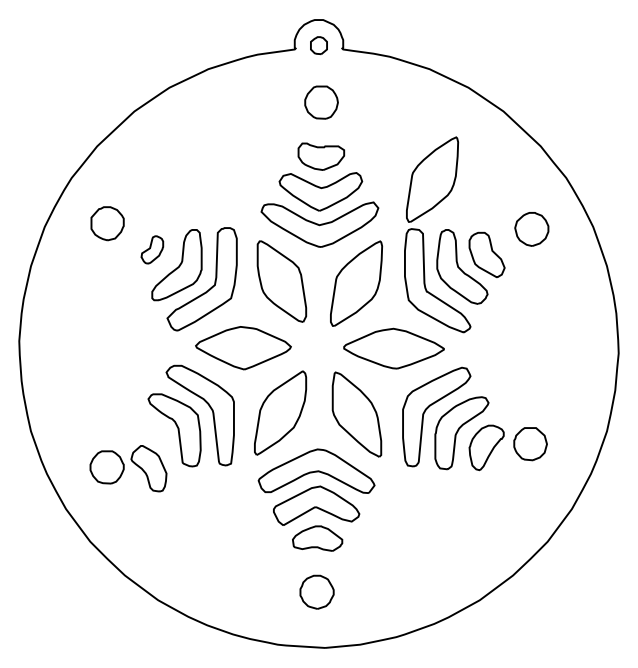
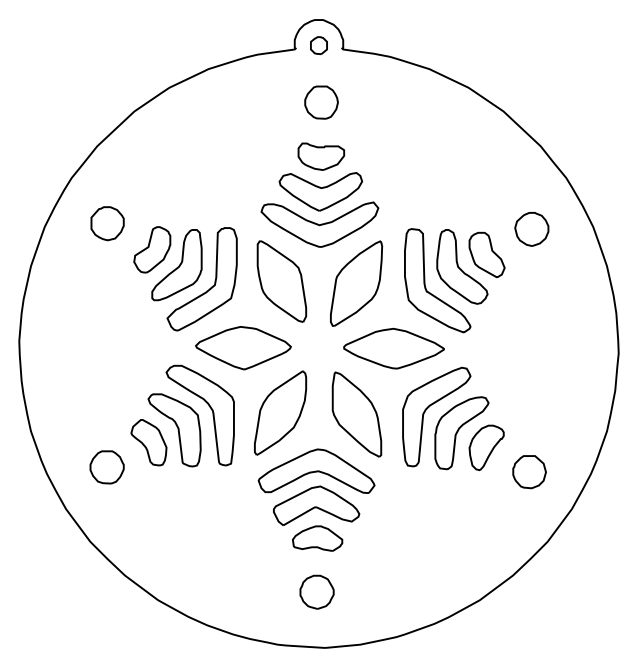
part at (432, 179): present -> none
part at (152, 249) size: 25x30 px -> 39x48 px
part at (530, 444) position: (530, 444) -> (529, 472)
part at (148, 468) position: (148, 468) -> (148, 442)
